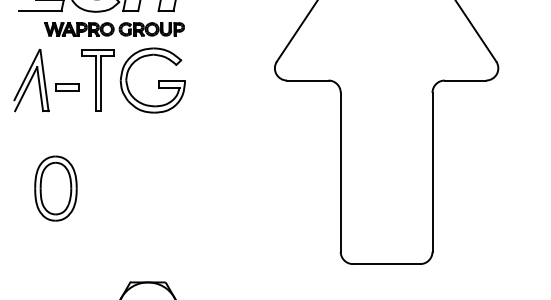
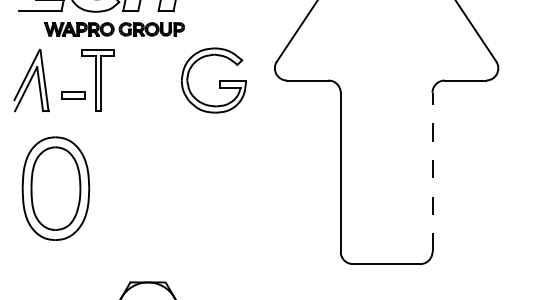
part at (152, 80) position: (152, 80) -> (213, 80)
part at (67, 87) position: (67, 87) -> (73, 95)
line at (432, 172): solid -> dashed
part at (55, 188) size: 44x67 px -> 70x105 px
